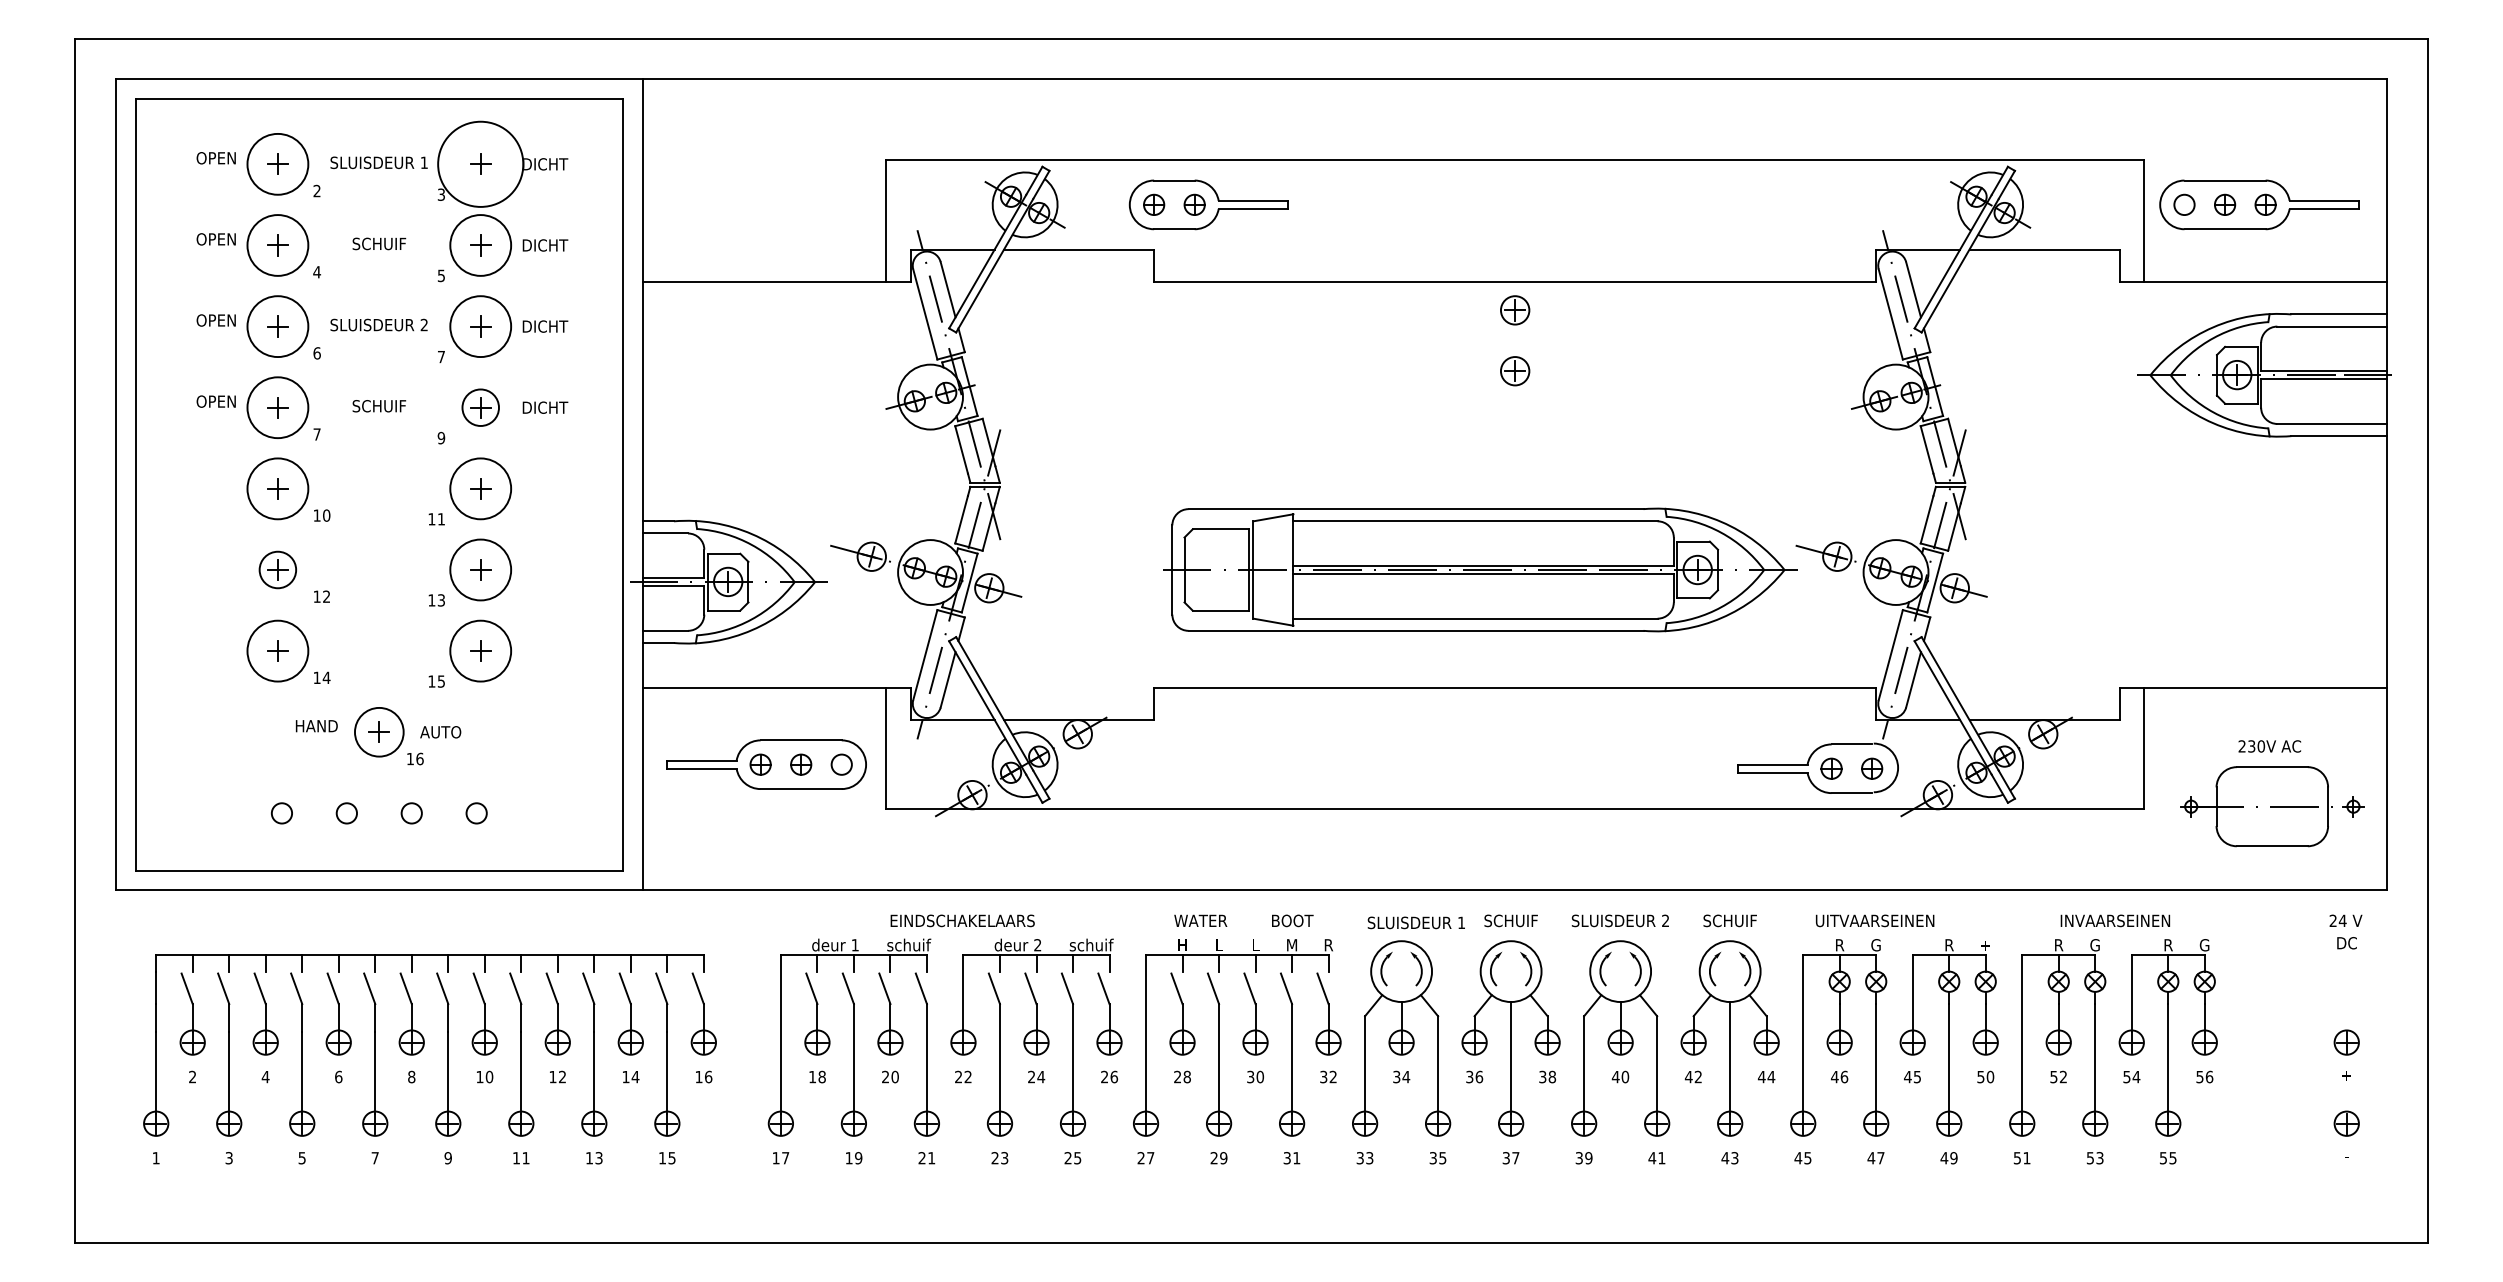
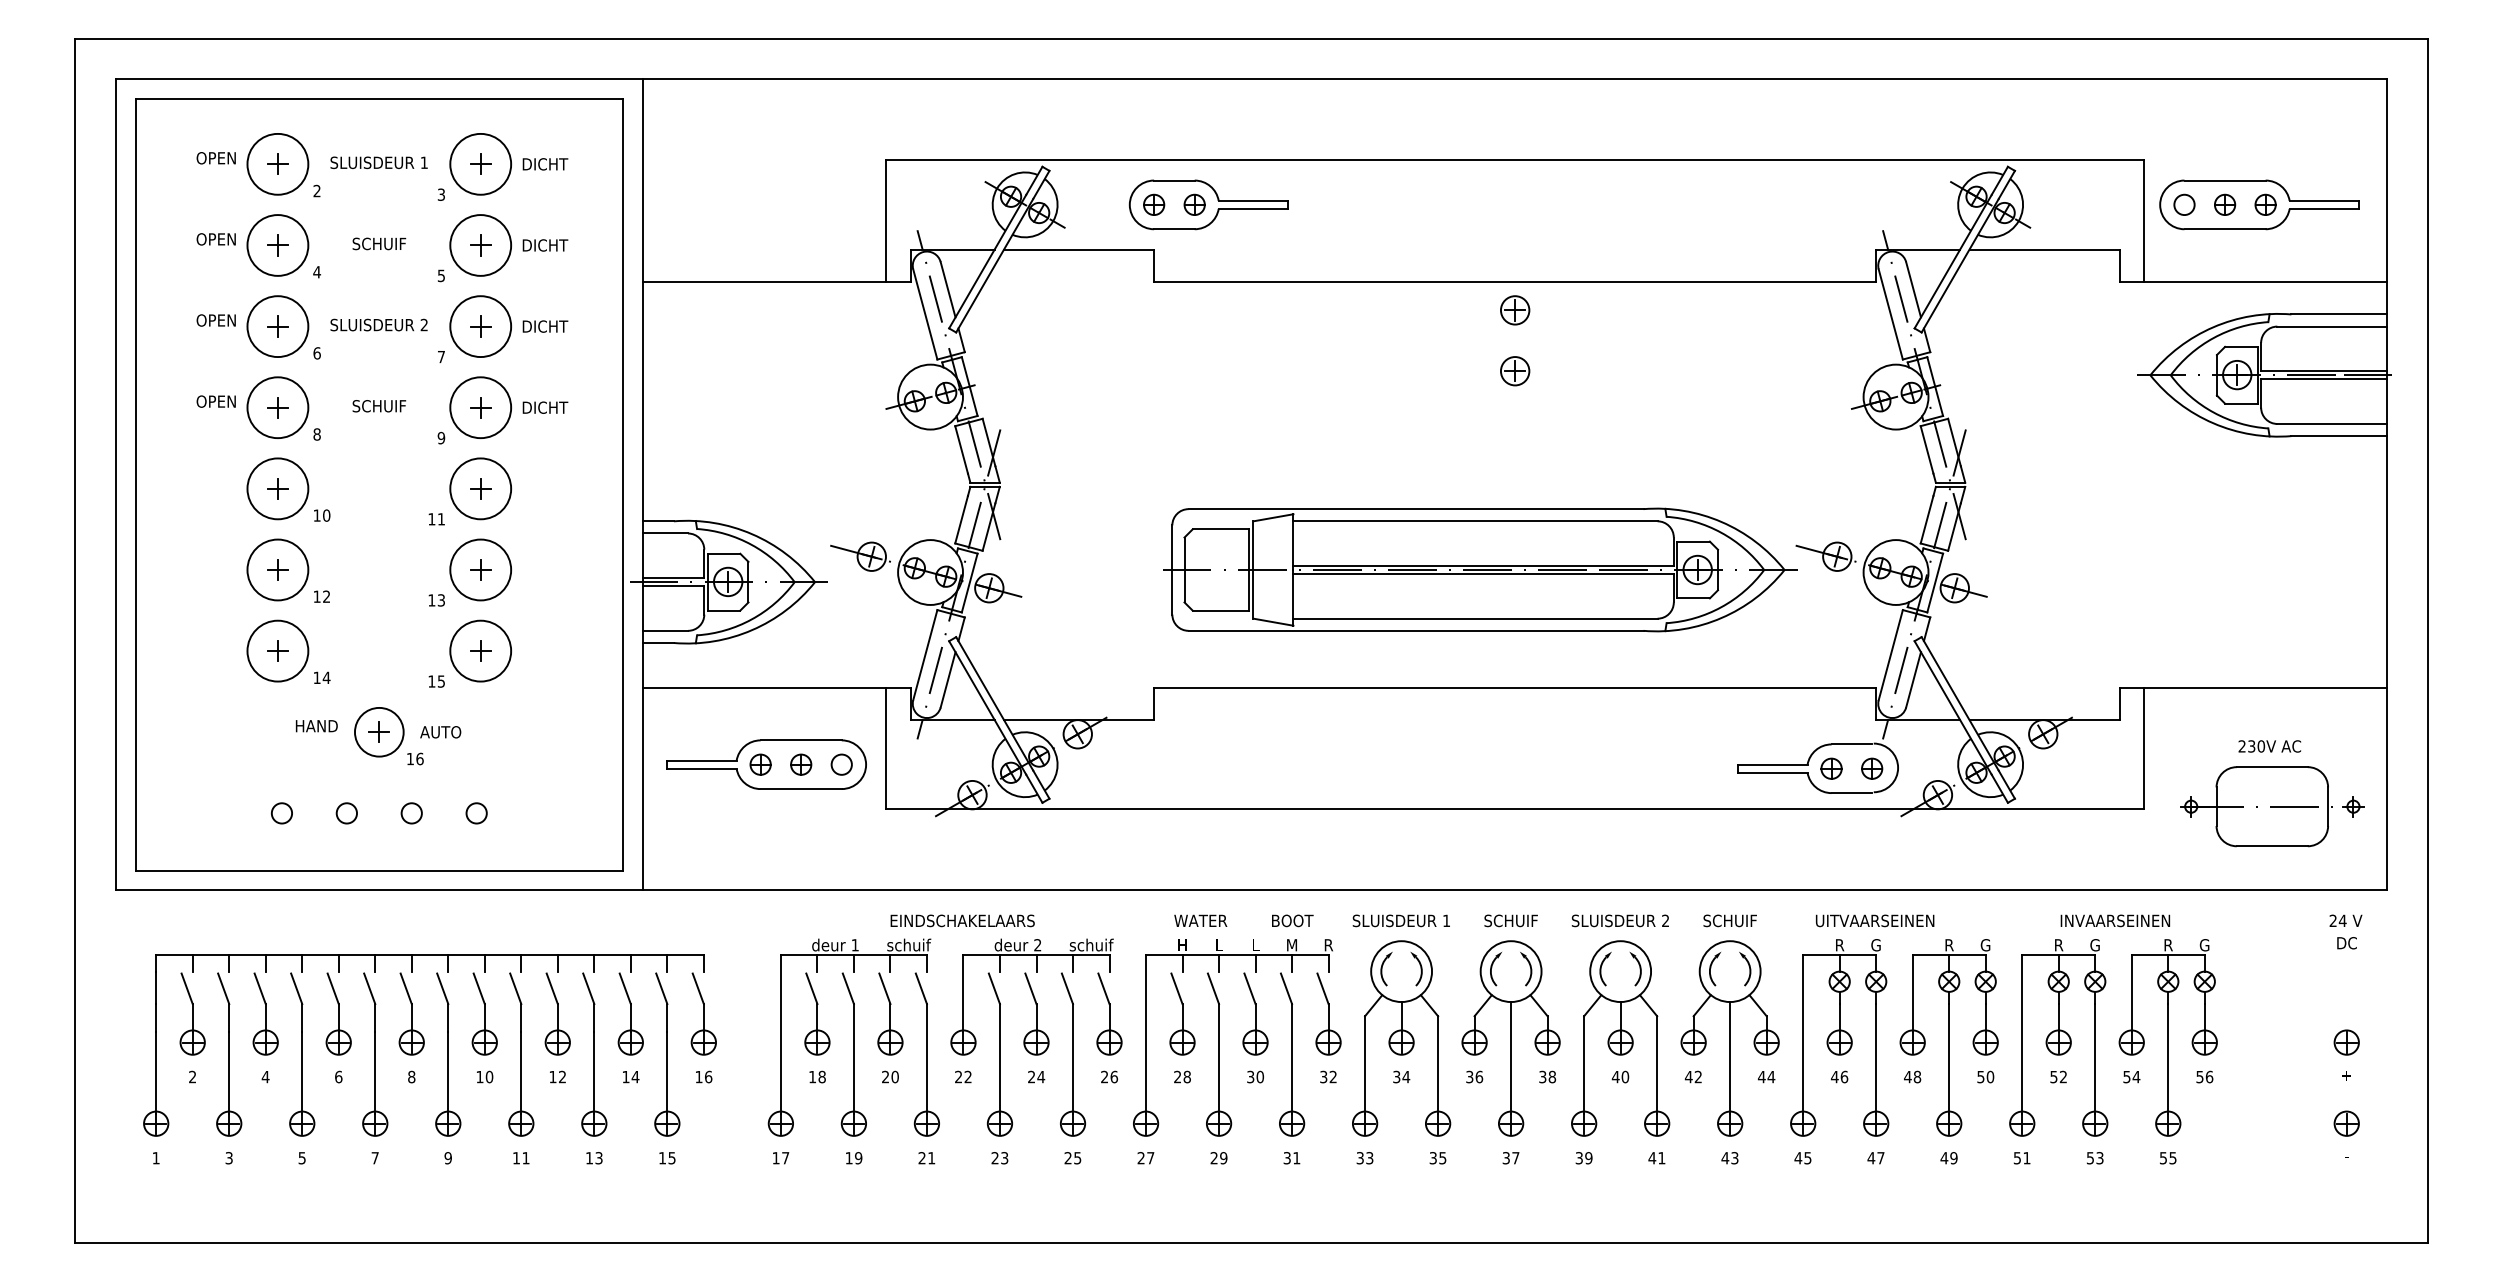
circle at (480, 163) diameter: 85 px -> 61 px
circle at (480, 407) diameter: 37 px -> 61 px
text at (316, 434): 7 -> 8
circle at (277, 569) diameter: 37 px -> 61 px
text at (1415, 922) position: (1415, 922) -> (1400, 920)
text at (1985, 945): + -> G
text at (1917, 1076): 45 -> 48
